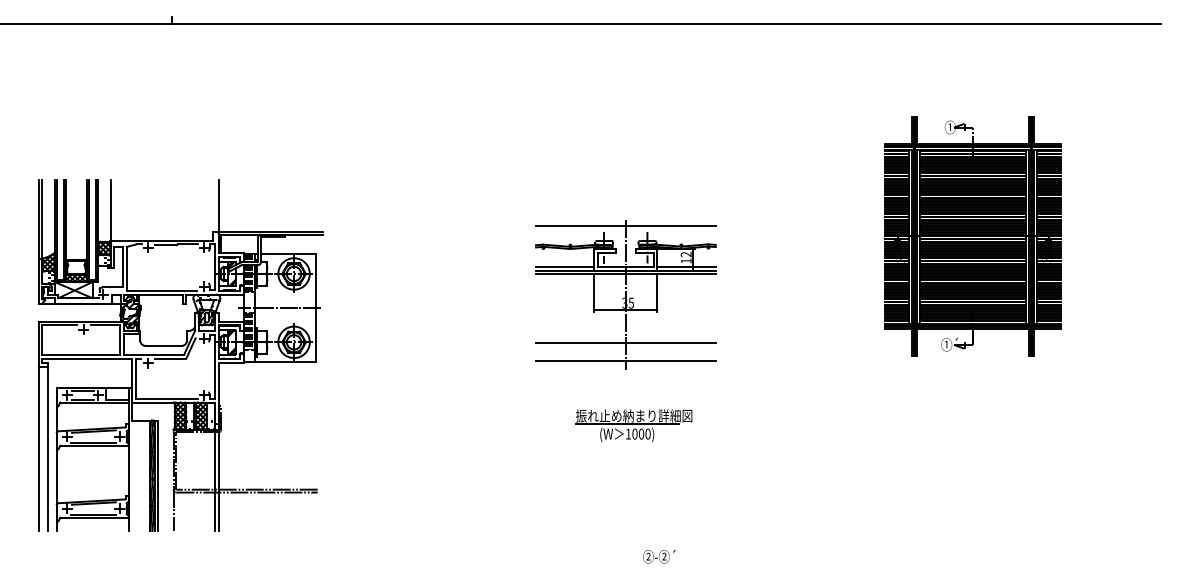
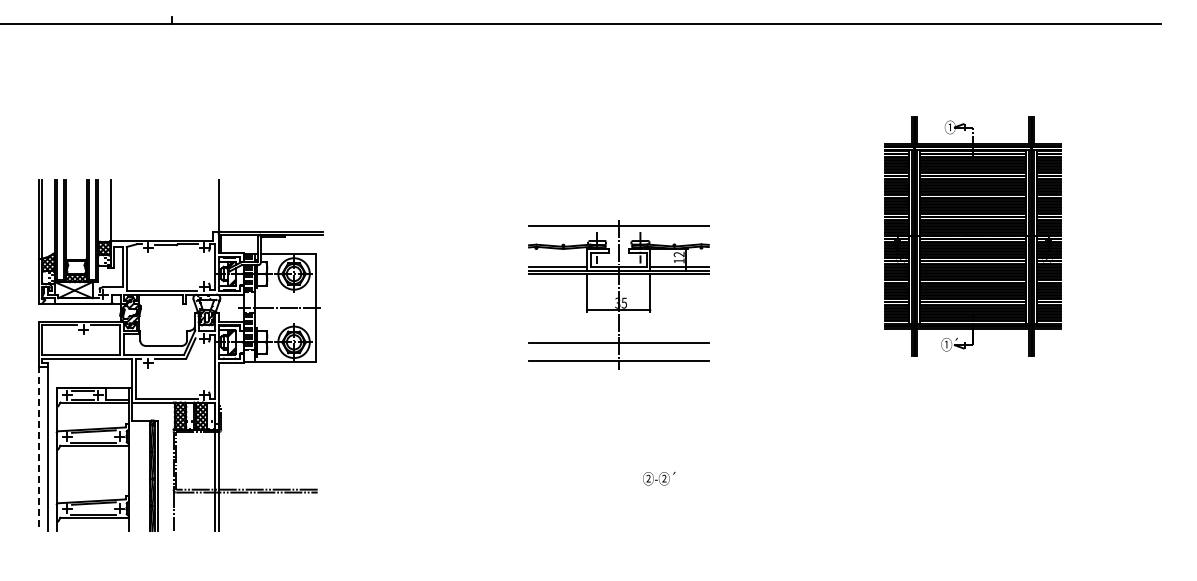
part at (625, 294) position: (625, 294) -> (618, 294)
part at (633, 425): present -> none
line at (38, 449): solid -> dashed
text at (659, 556) position: (659, 556) -> (659, 478)
